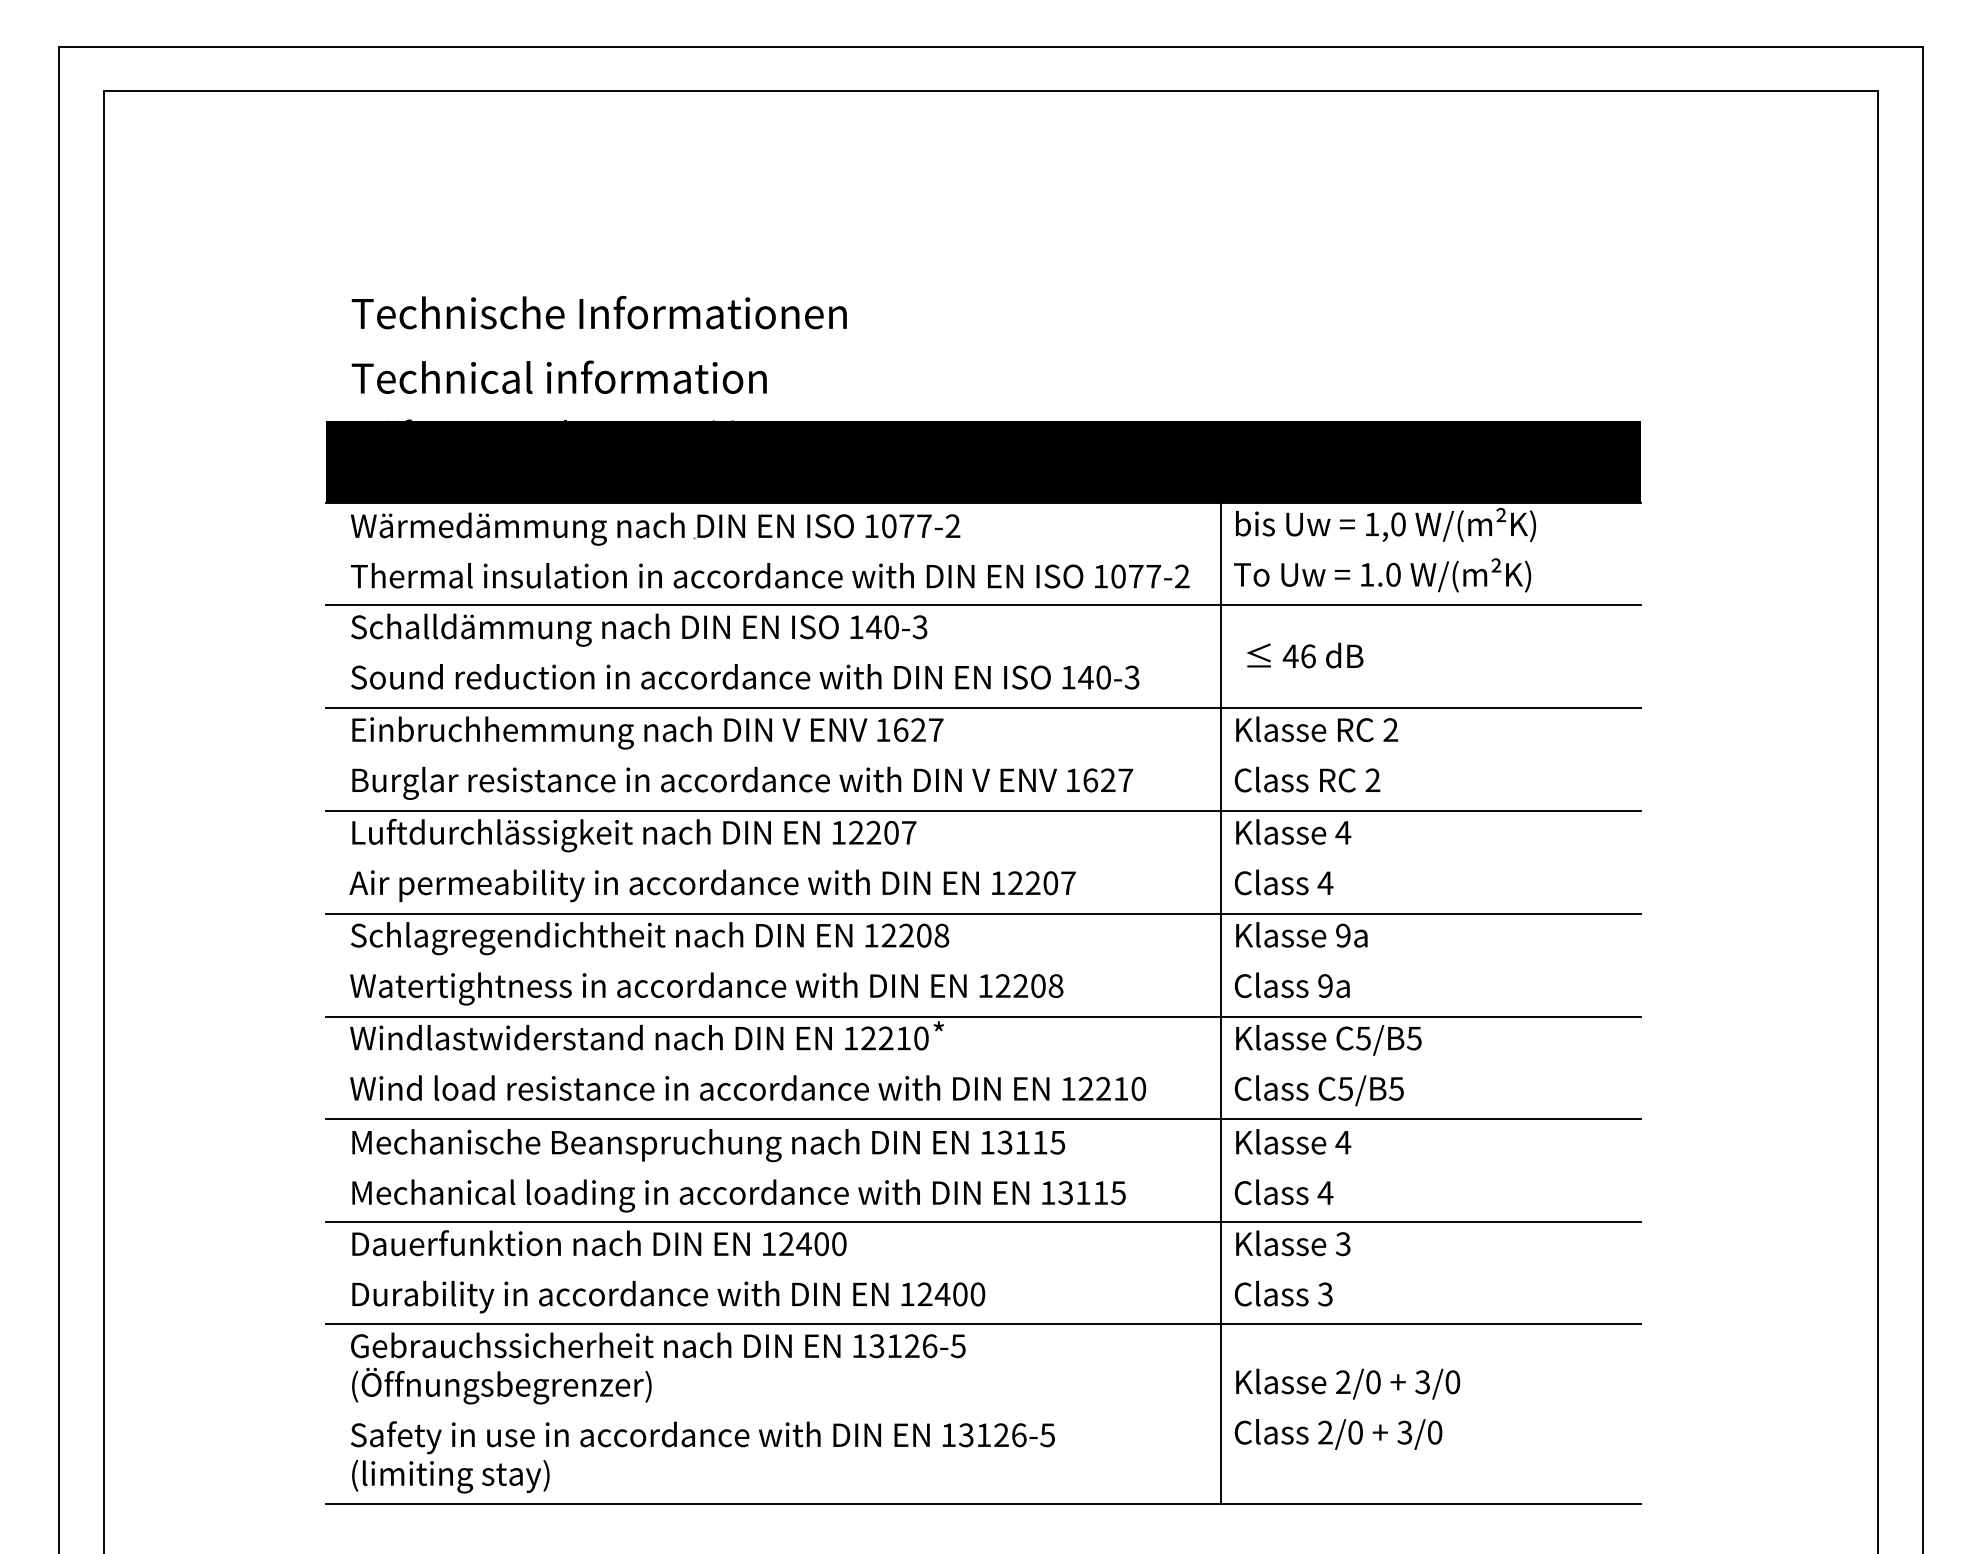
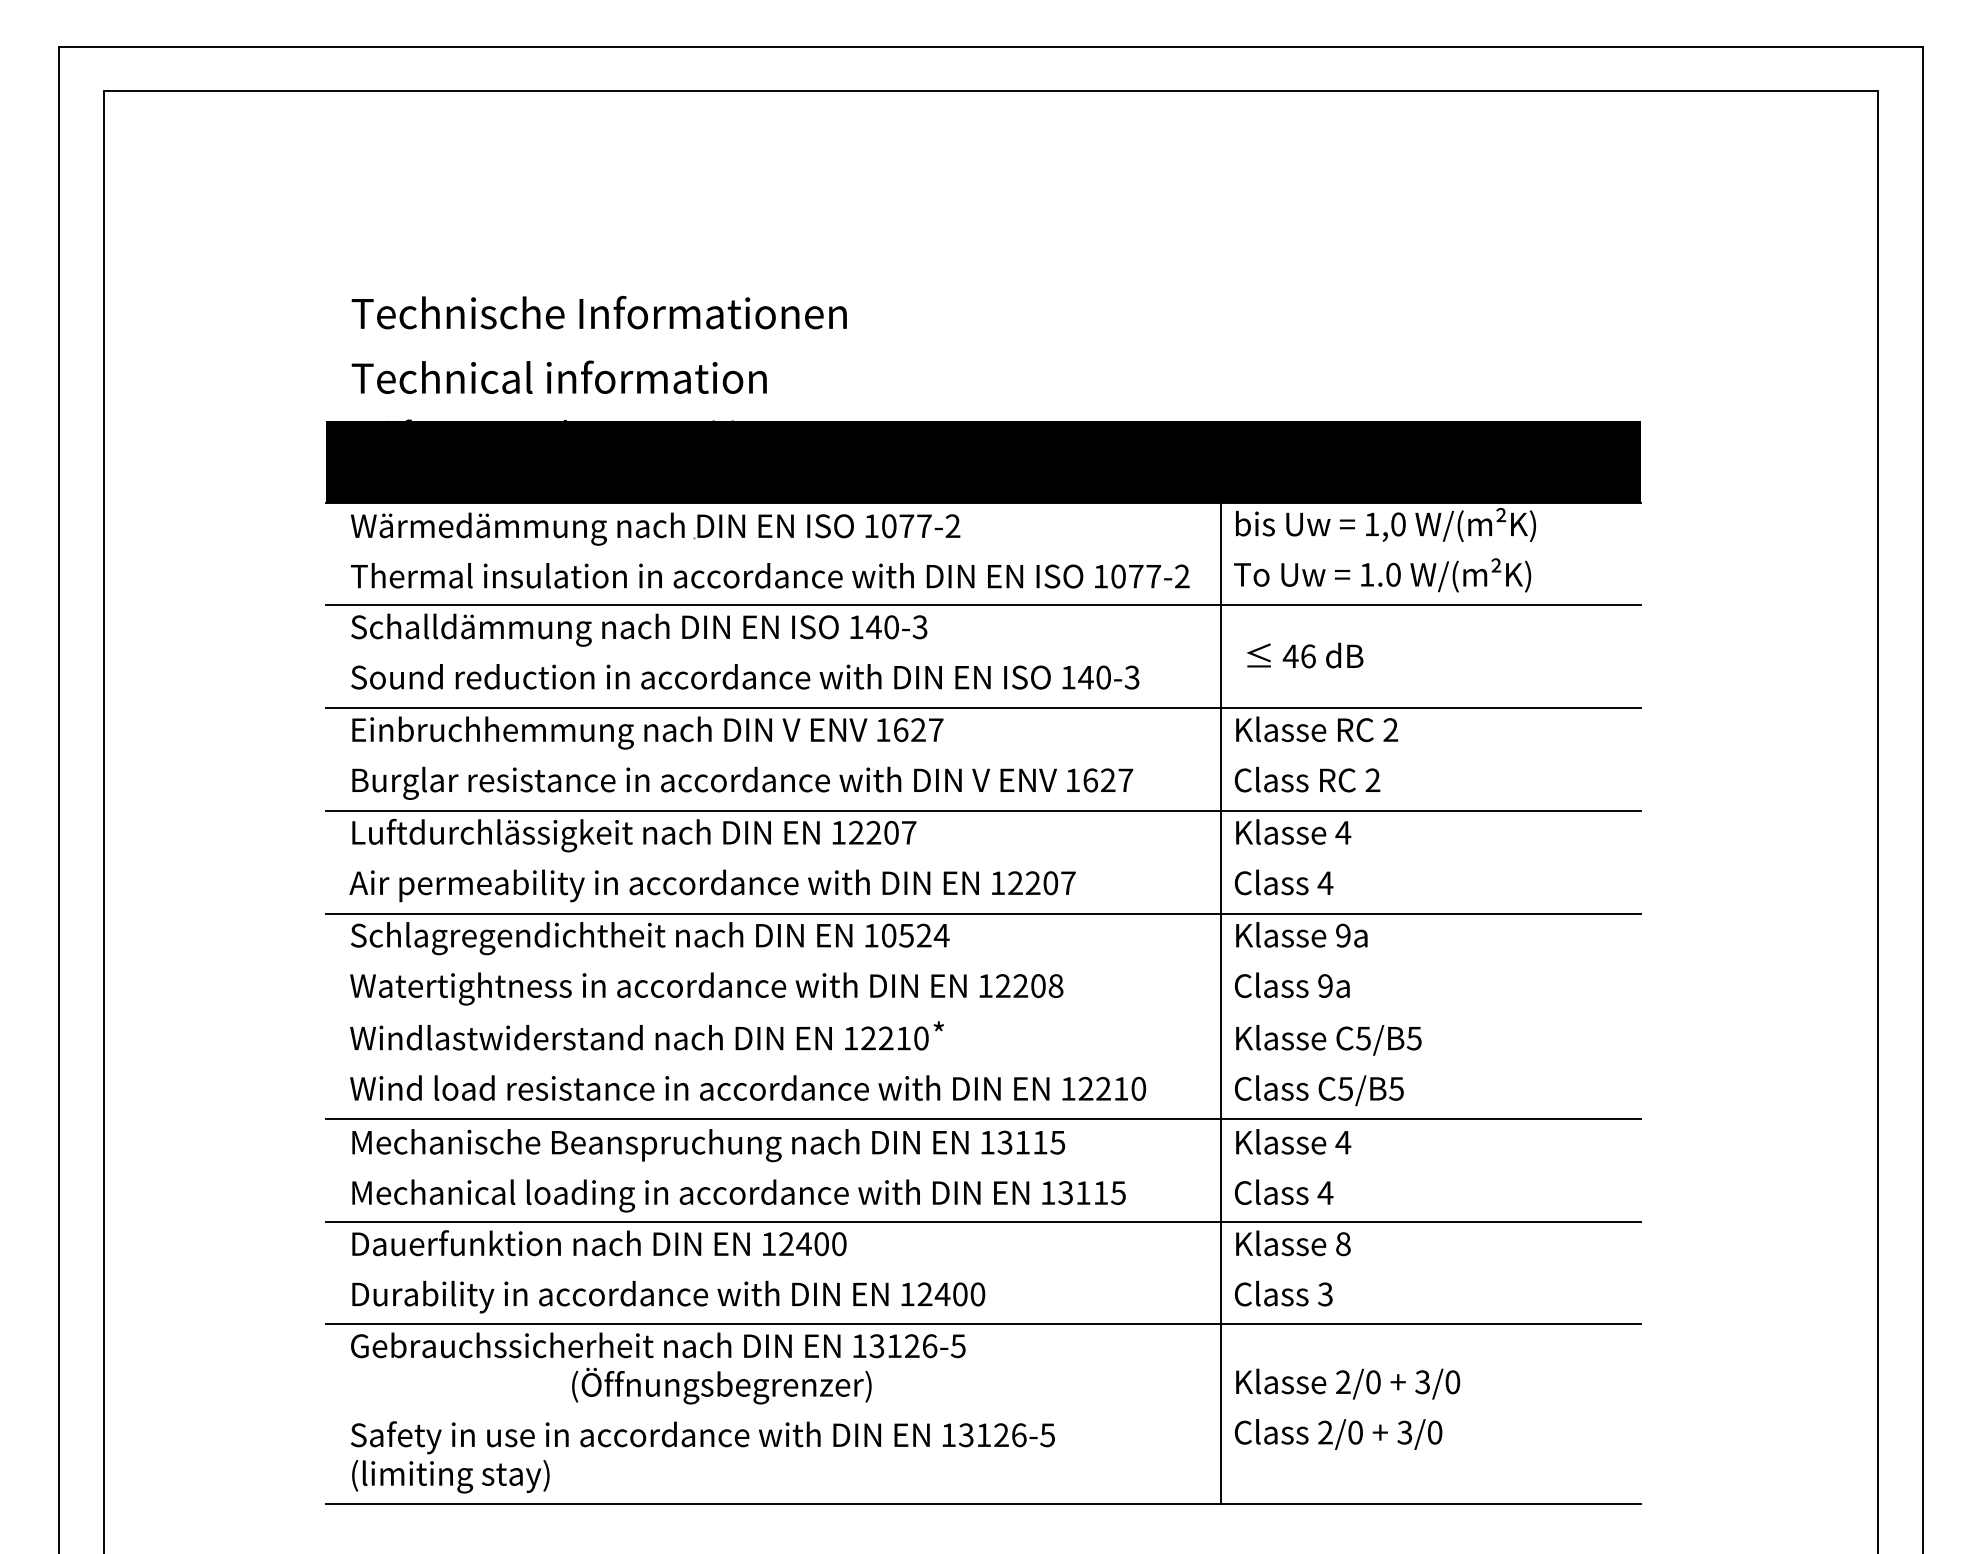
text at (915, 935): 12208 -> 10524
line at (983, 1016): present -> none
text at (1342, 1243): 3 -> 8
text at (501, 1385) position: (501, 1385) -> (721, 1385)
